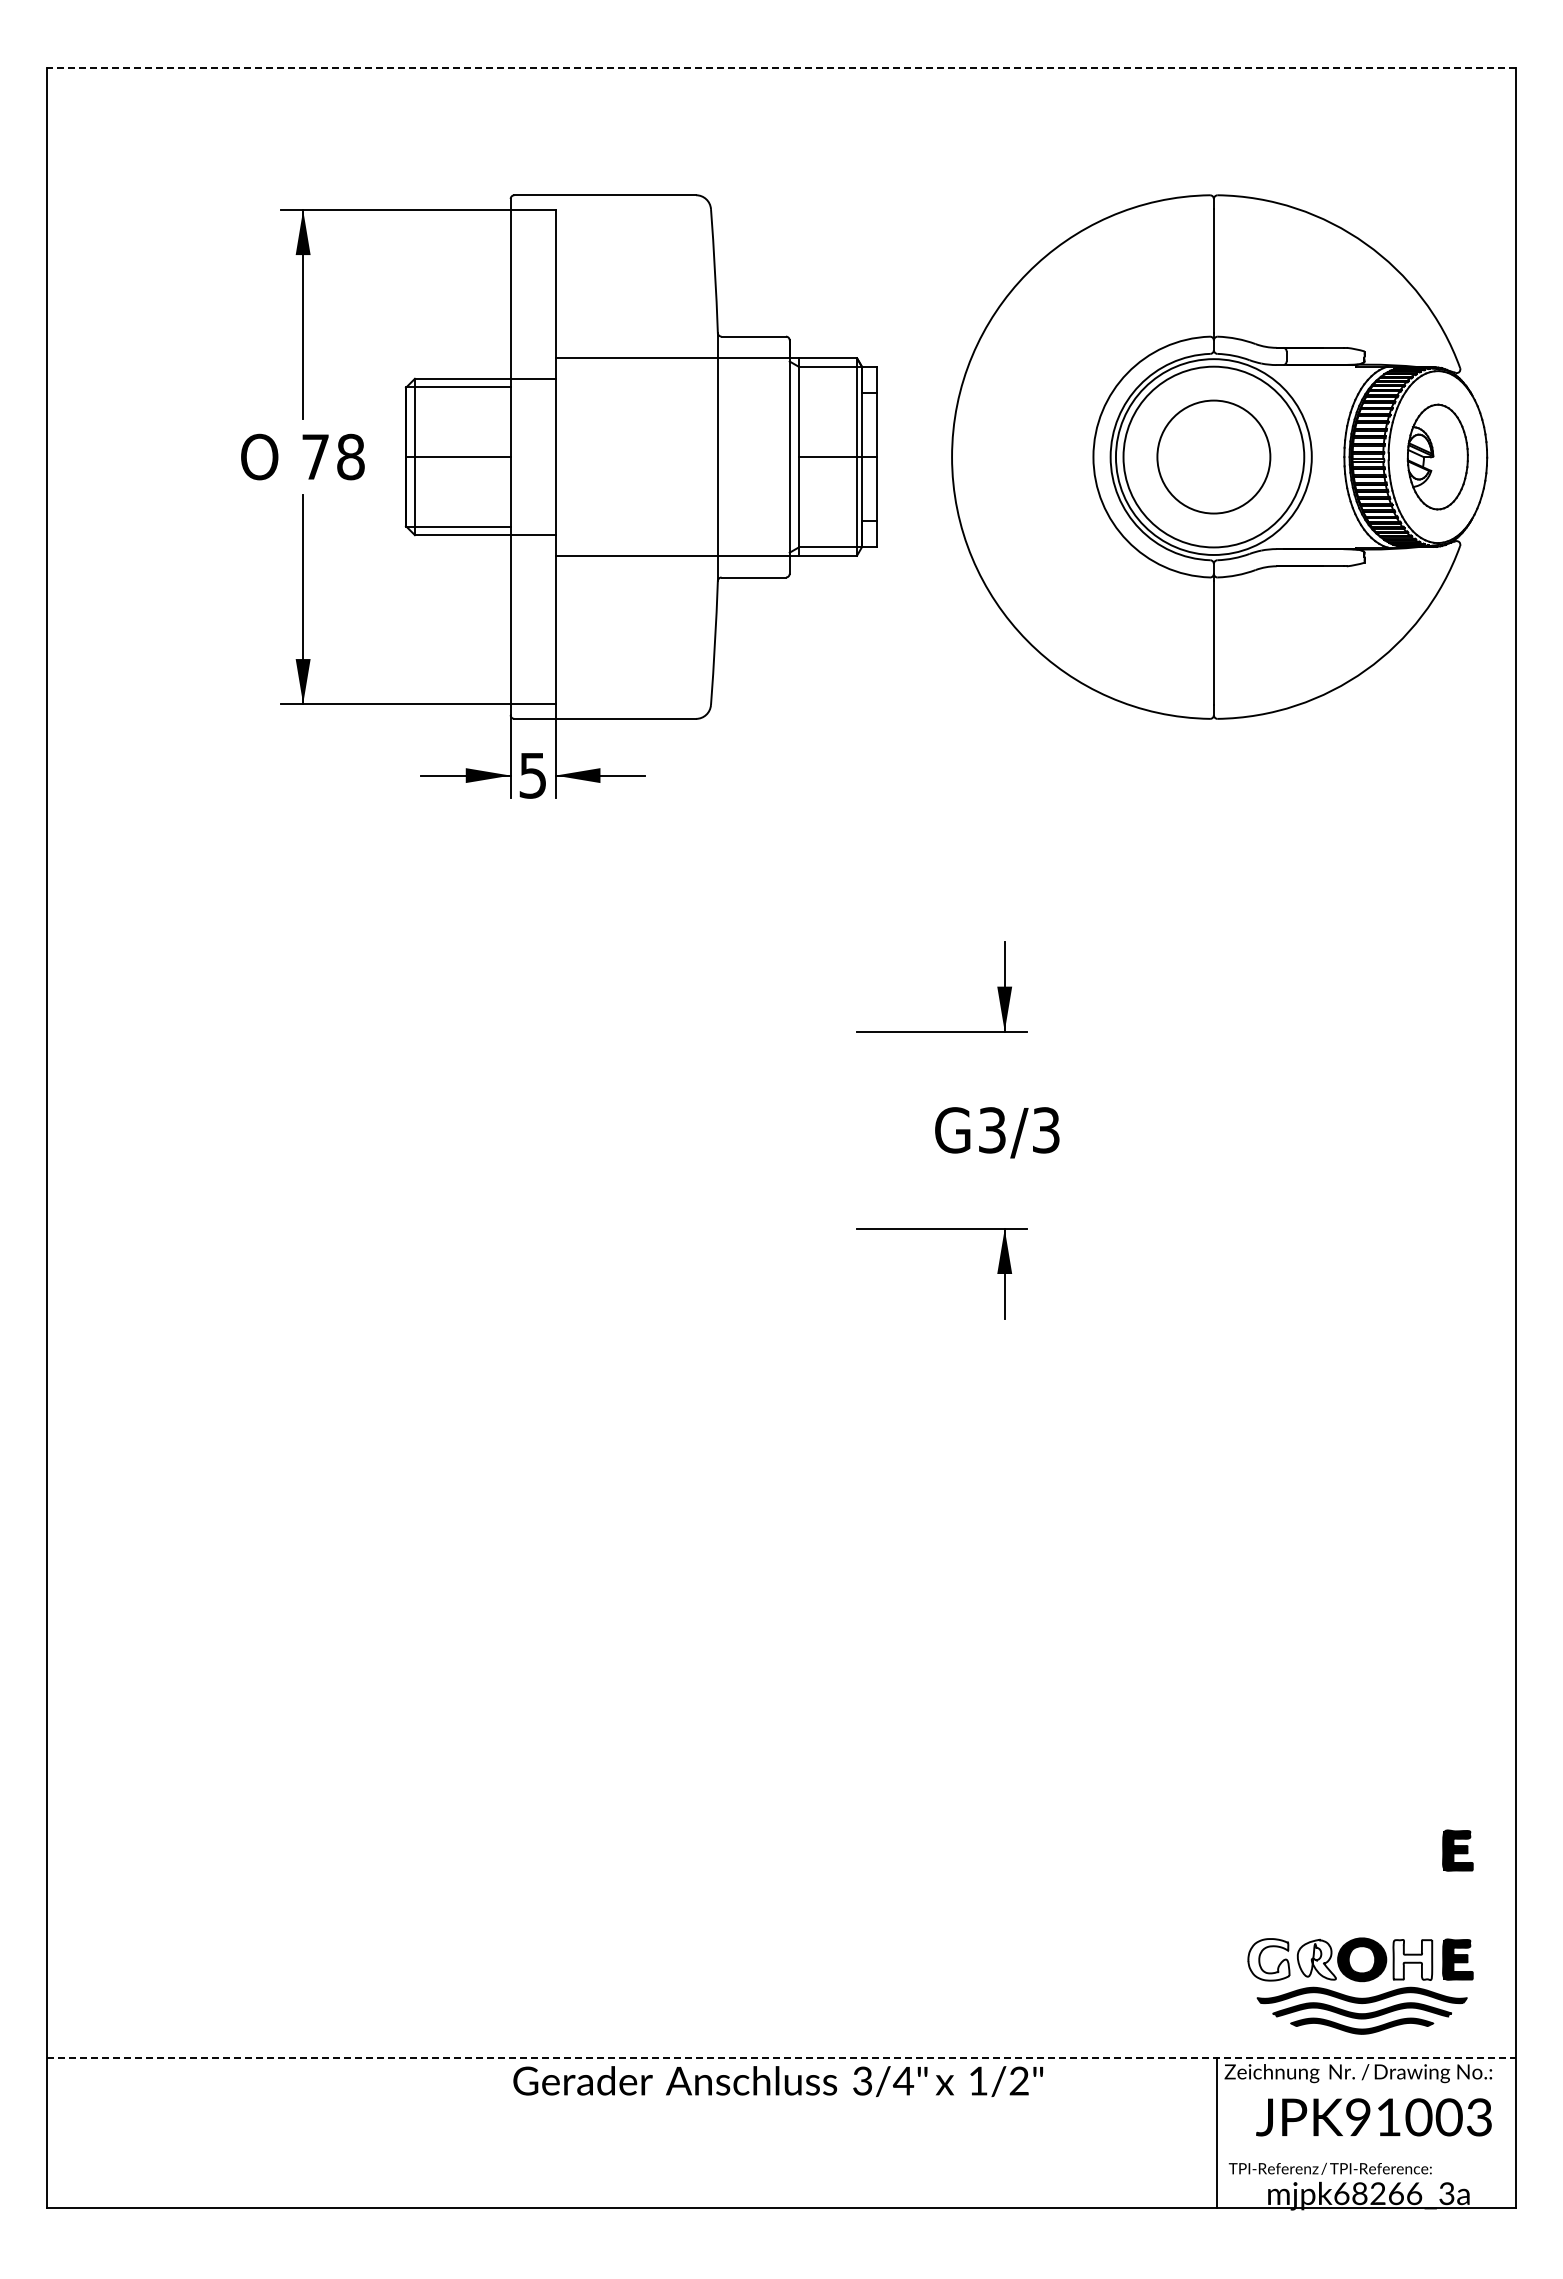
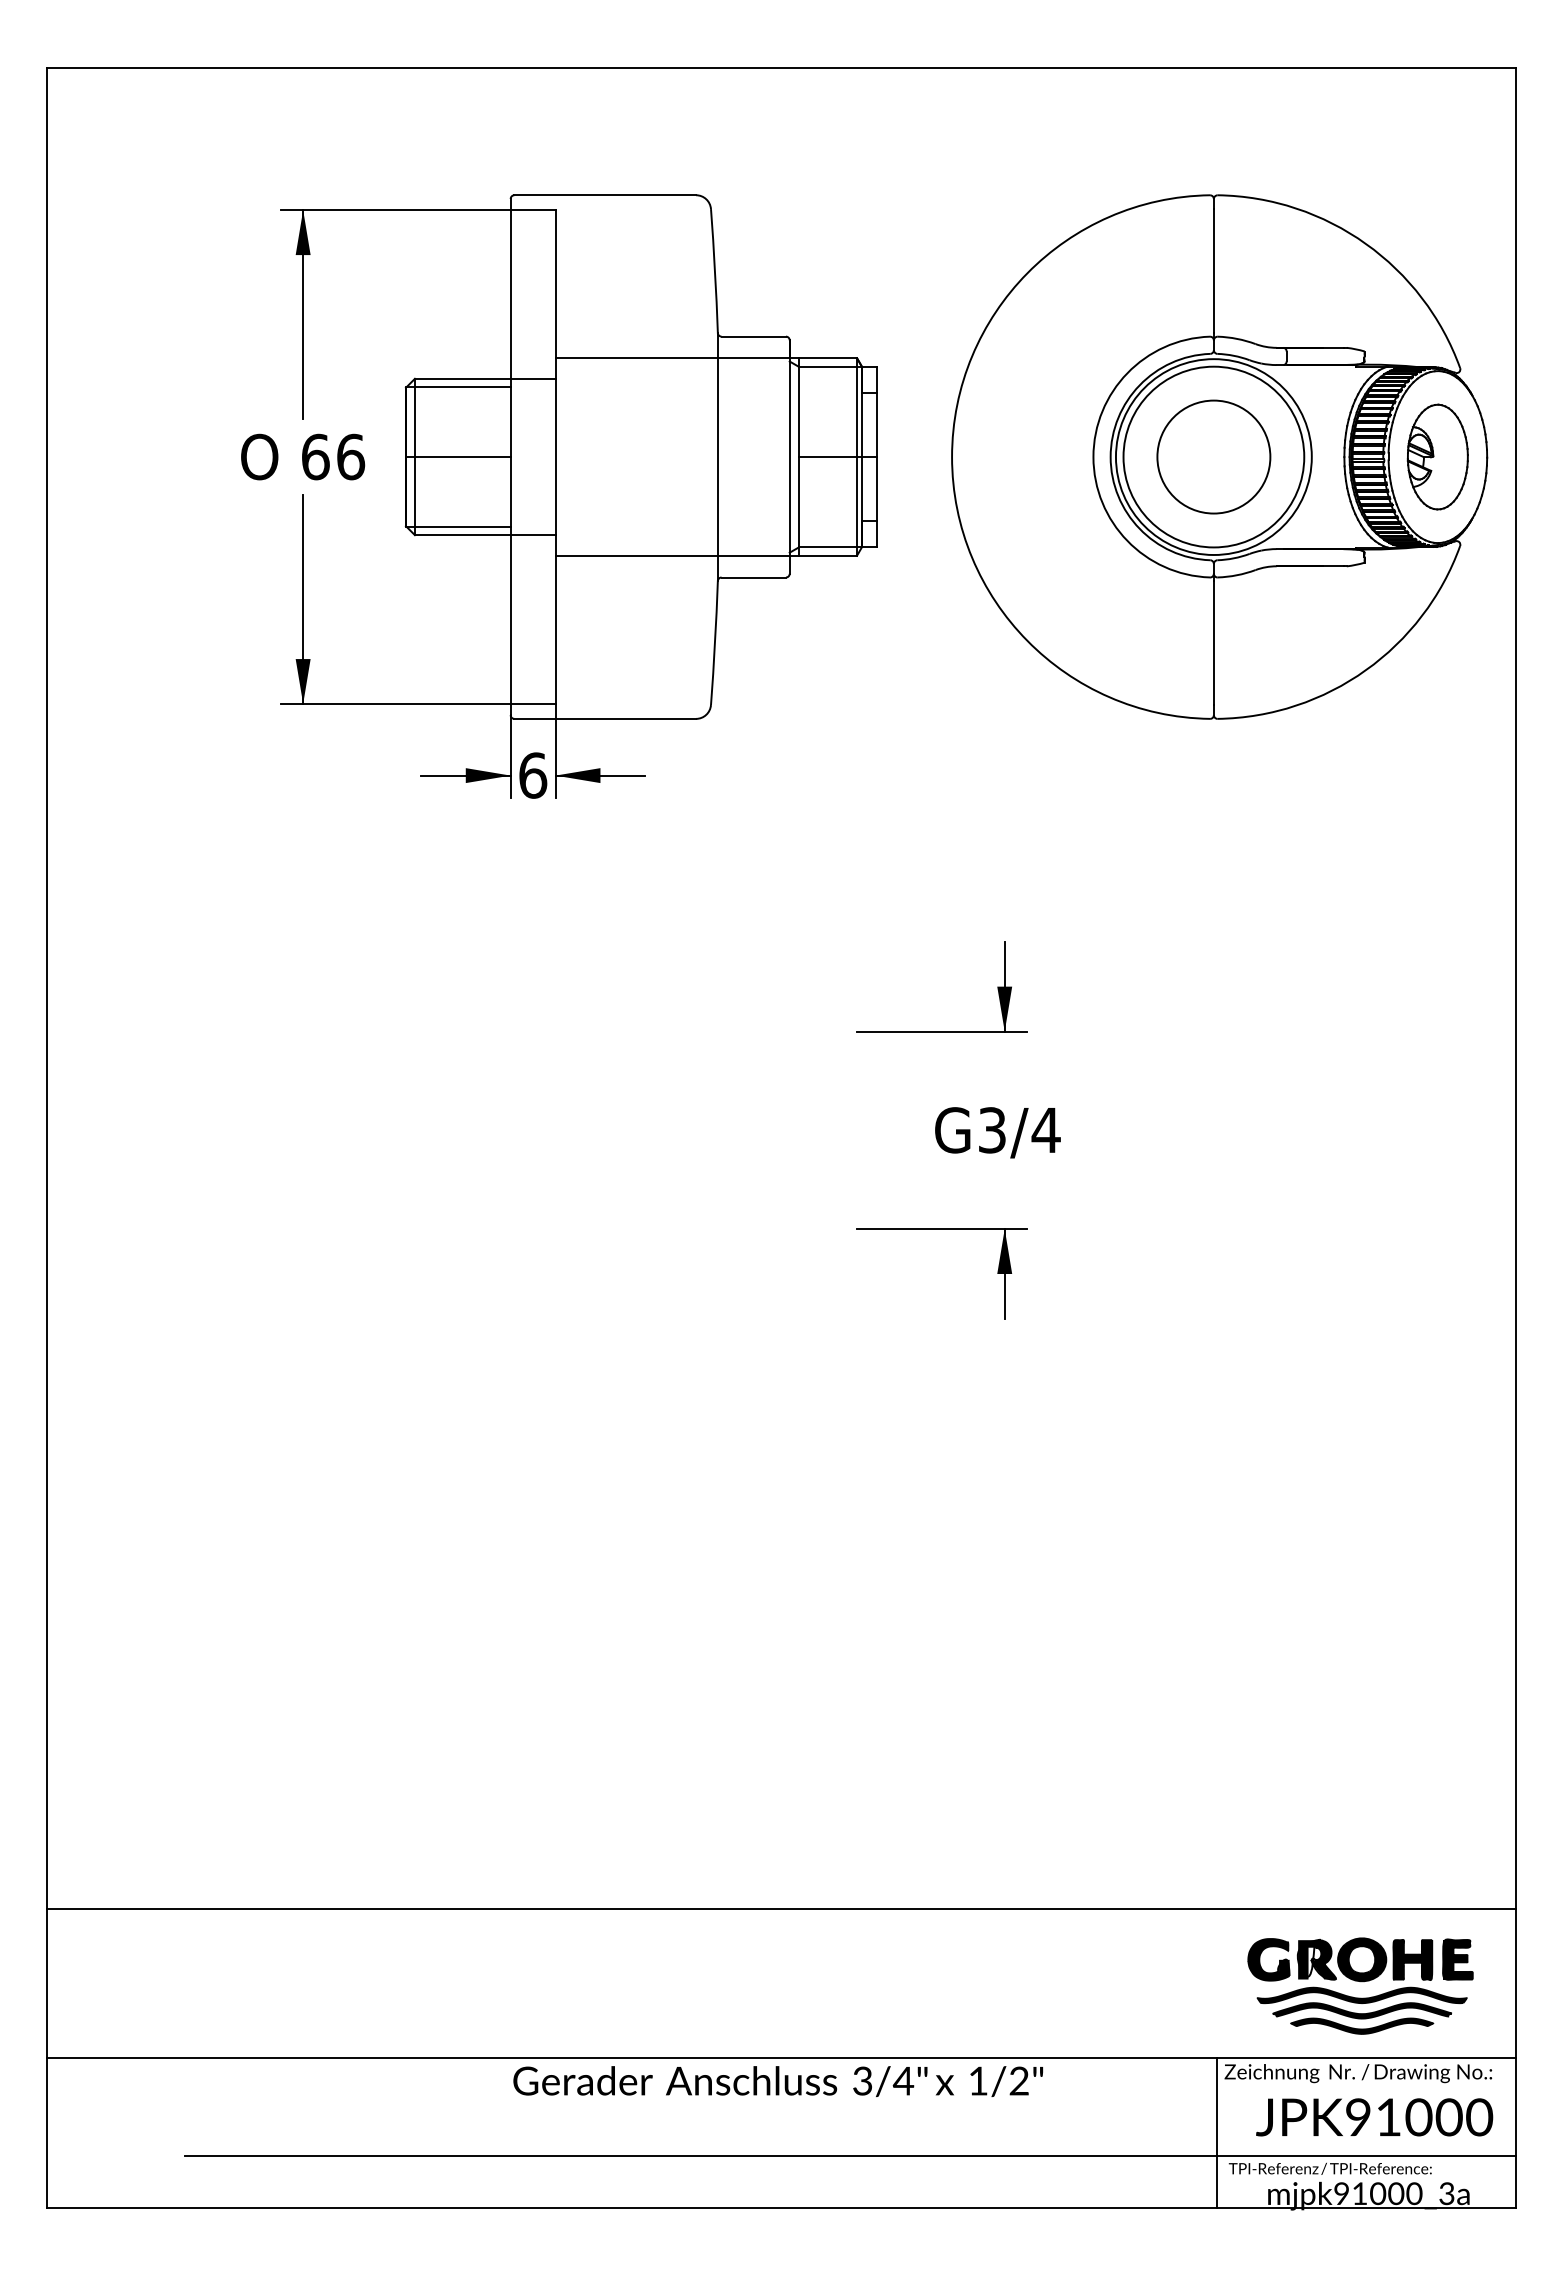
line at (781, 68): dashed -> solid
text at (333, 456): 78 -> 66
text at (533, 775): 5 -> 6
text at (1045, 1130): G3/3 -> G3/4
part at (1457, 1850): present -> none
line at (781, 1908): none -> present
fill at (1268, 1959): none -> present
fill at (1317, 1959): none -> present
fill at (1412, 1959): none -> present
line at (781, 2058): dashed -> solid
text at (1479, 2117): JPK91003 -> JPK91000
line at (850, 2155): none -> present
text at (1378, 2193): mjpk68266_3a -> mjpk91000_3a
